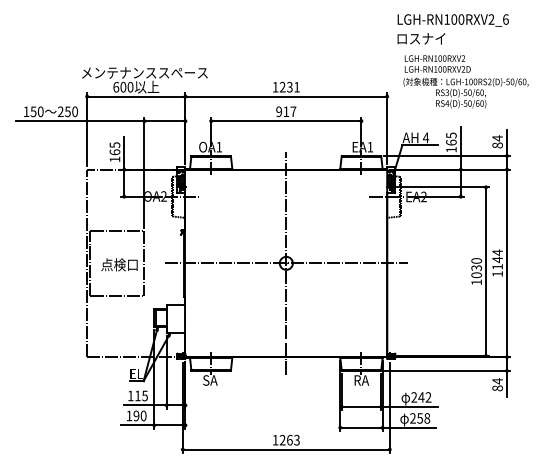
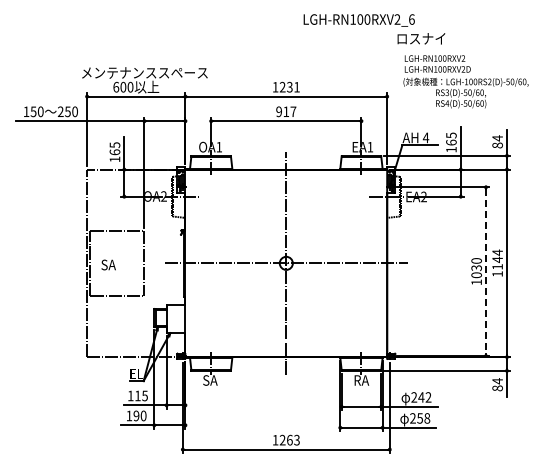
text at (452, 20) position: (452, 20) -> (358, 20)
text at (119, 264): 点検口 -> SA
line at (486, 272): solid -> dashed
